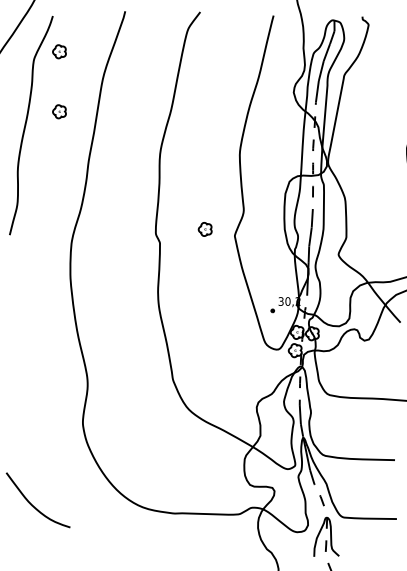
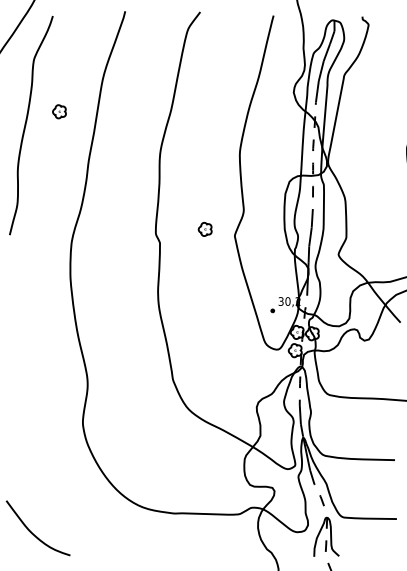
part at (59, 51): present -> none
curve at (32, 504) position: (32, 504) -> (32, 532)
